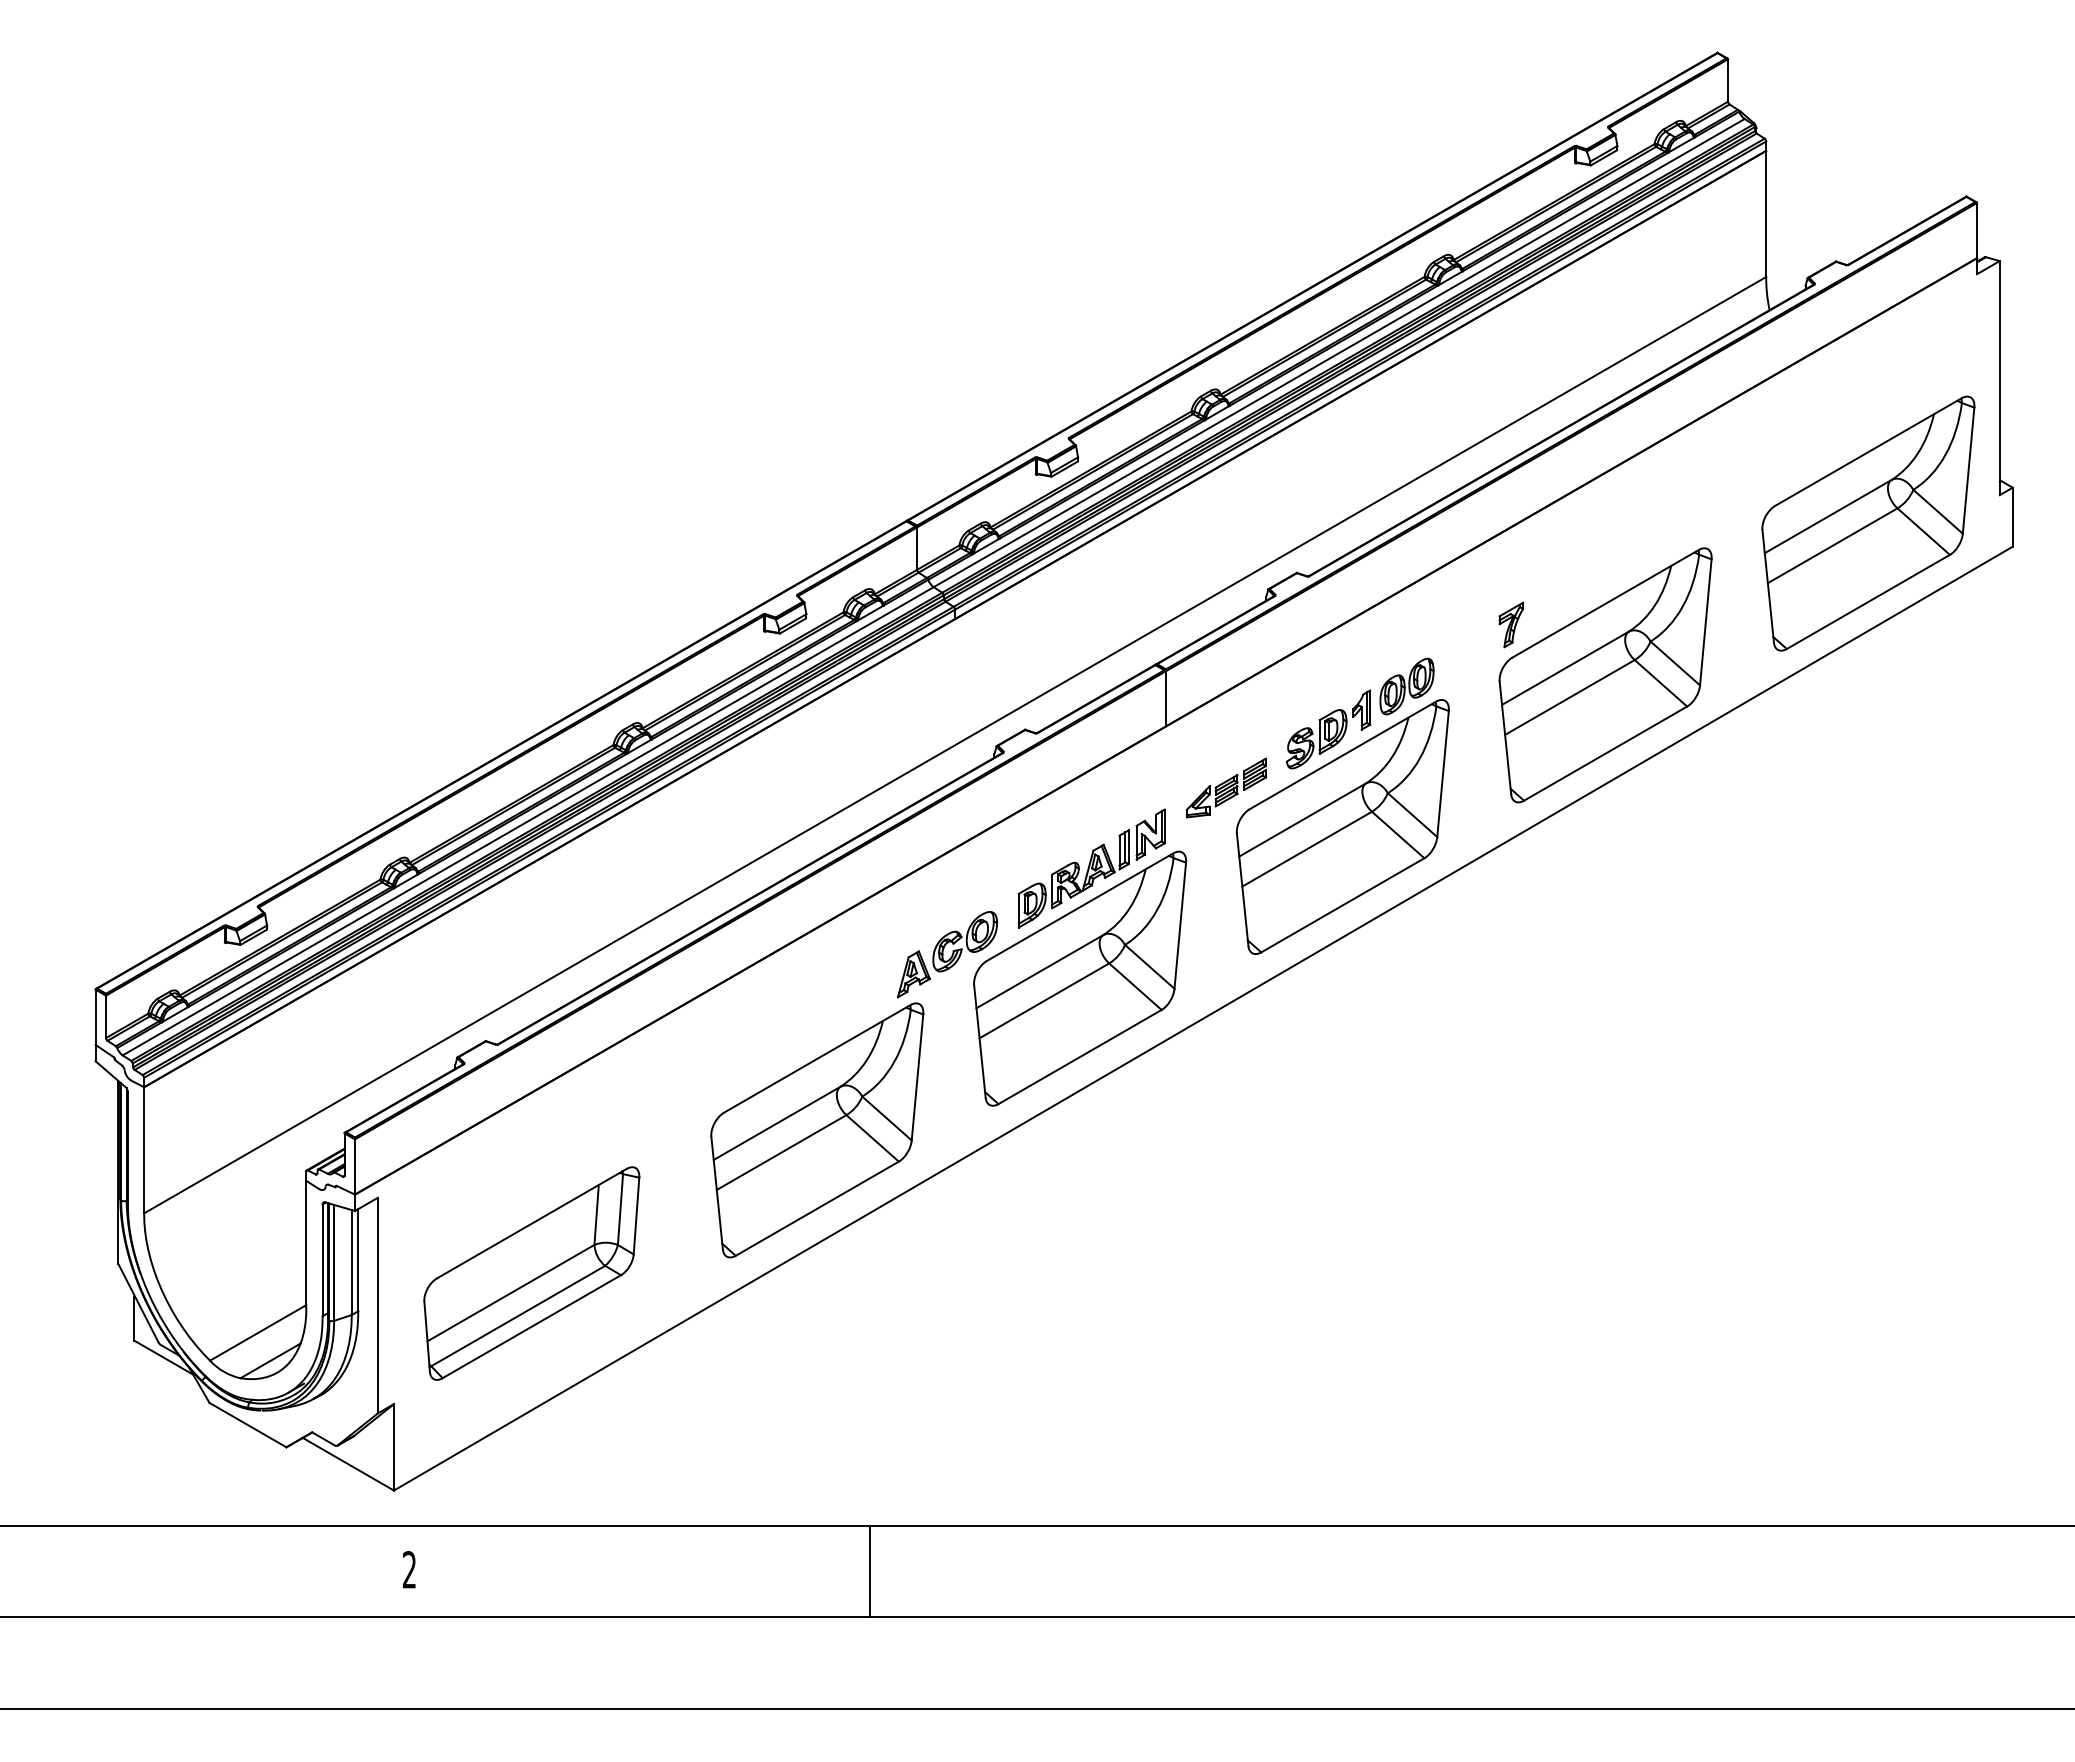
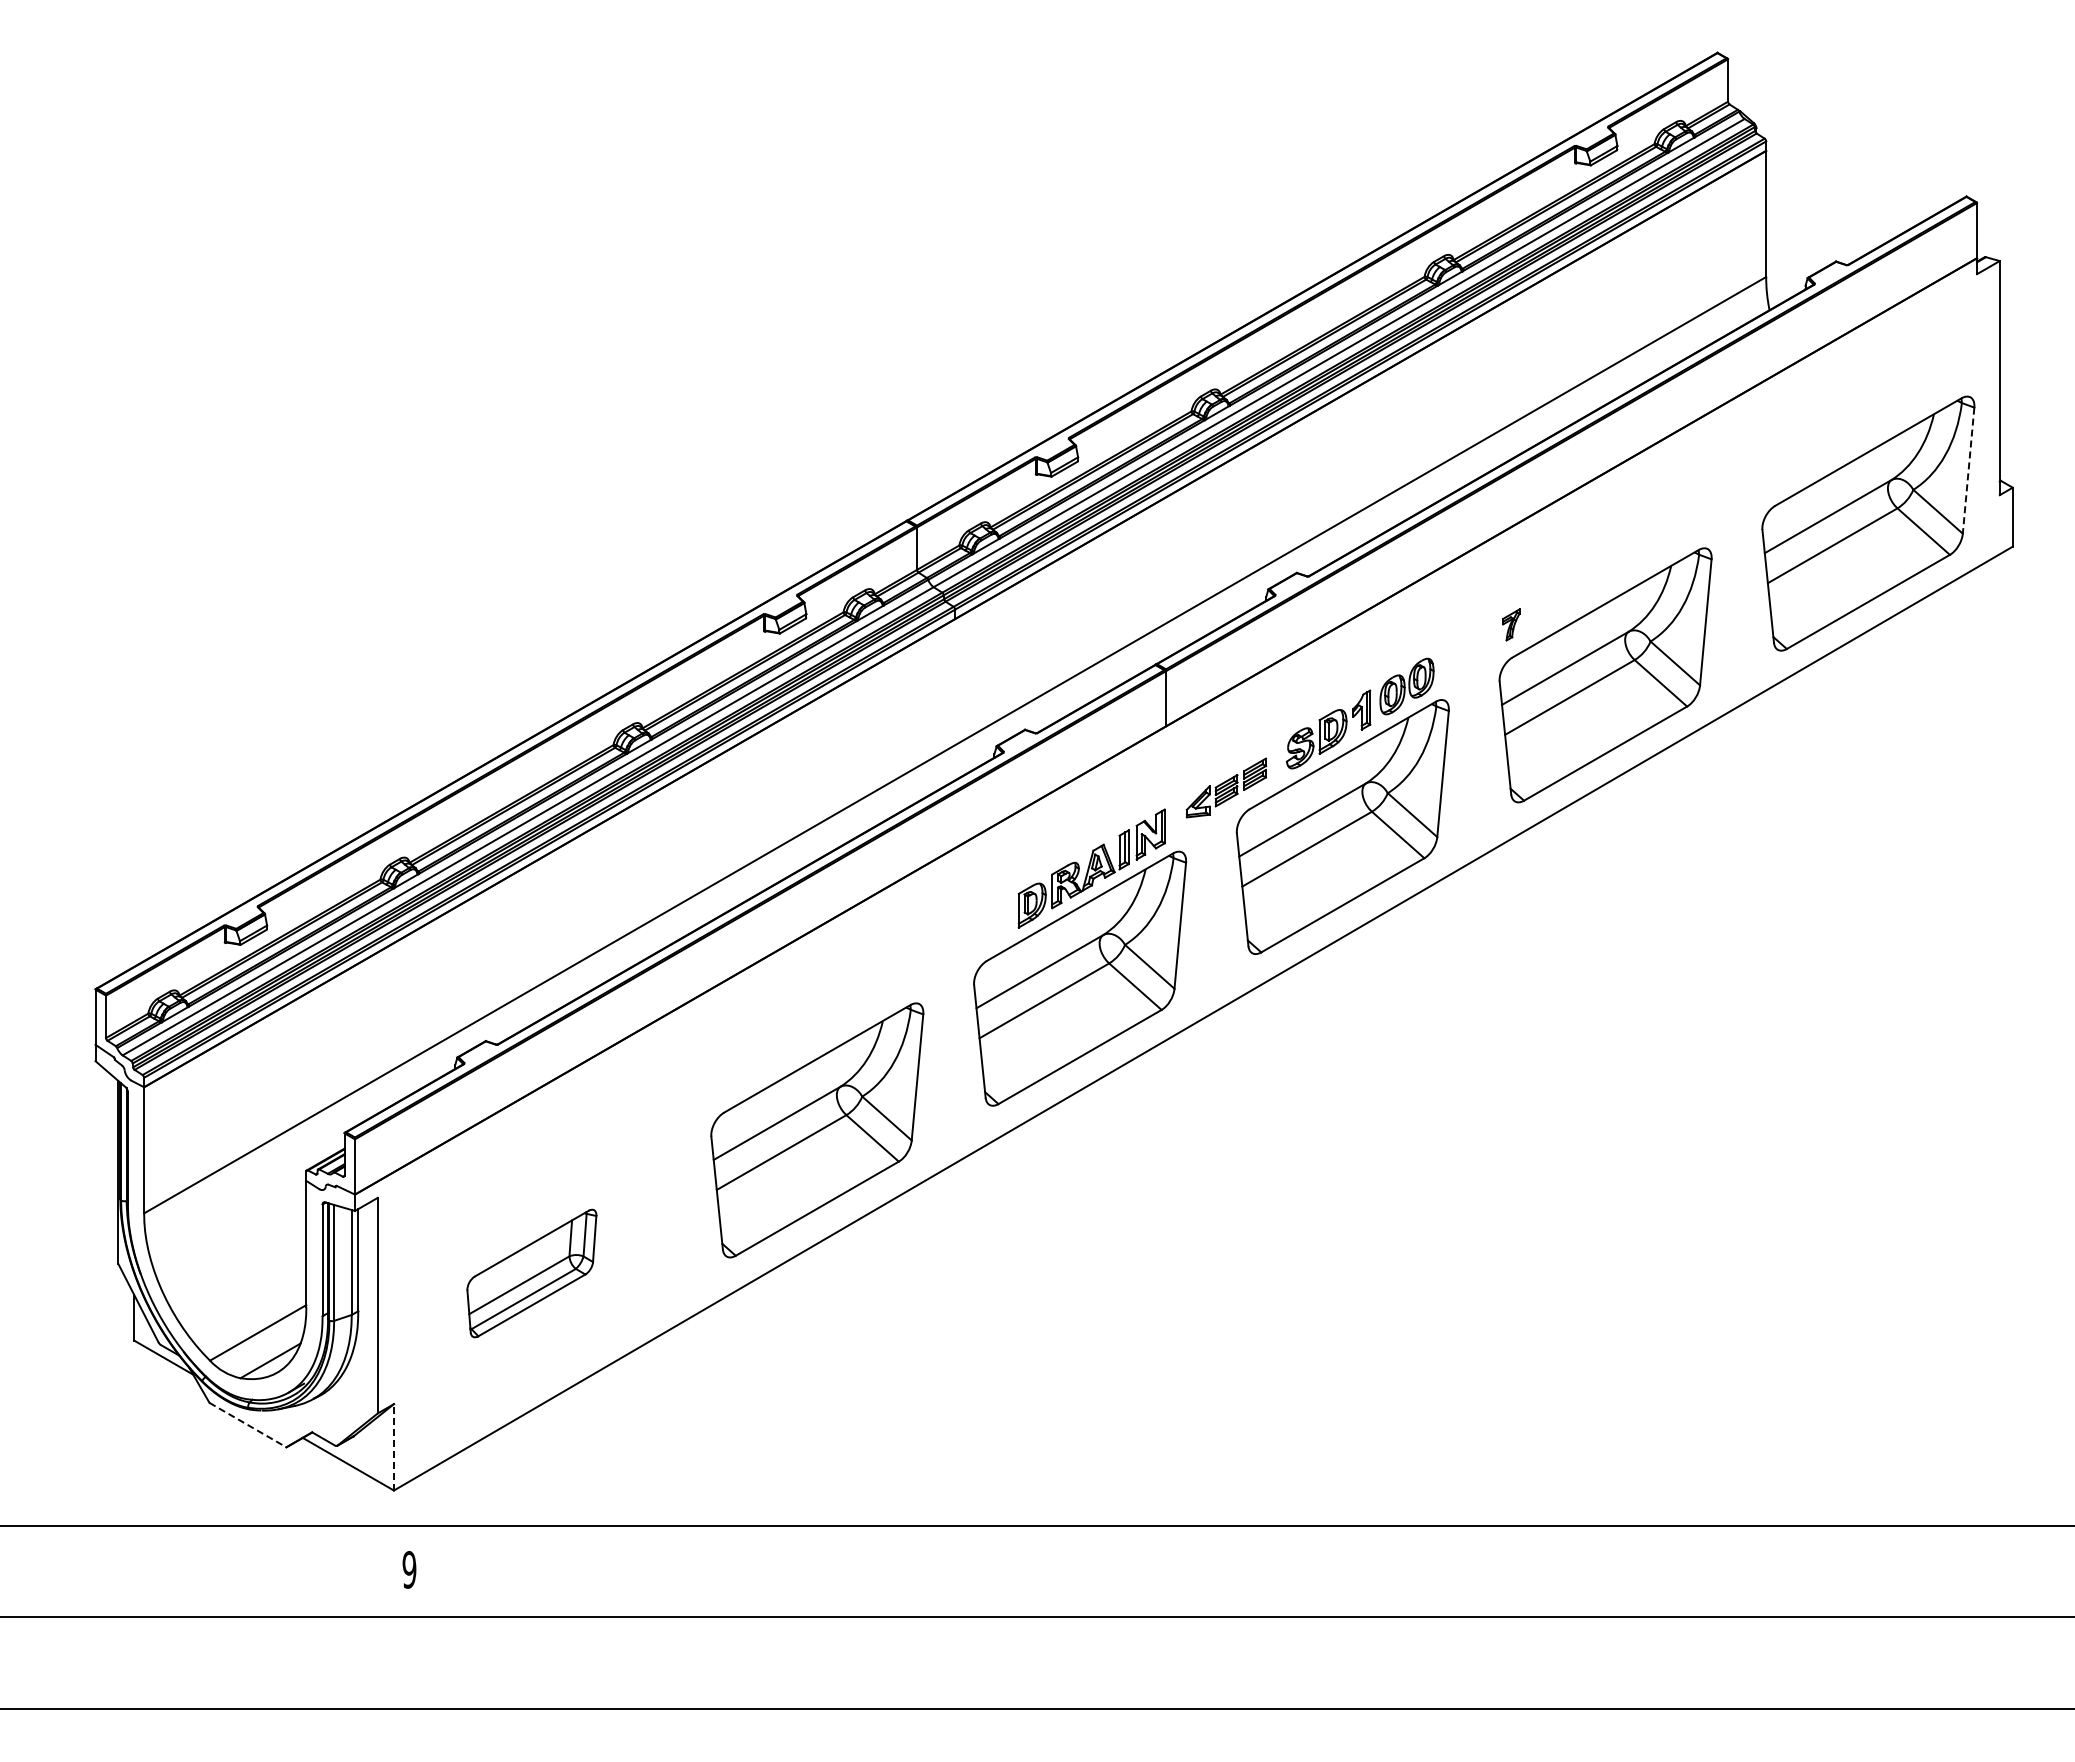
line at (1968, 471): solid -> dashed
part at (1511, 624) size: 27x48 px -> 19x34 px
part at (947, 954): present -> none
part at (531, 1273) size: 218x215 px -> 132x131 px
line at (248, 1425): solid -> dashed
line at (393, 1446): solid -> dashed
text at (409, 1569): 2 -> 9
line at (869, 1571): present -> none
